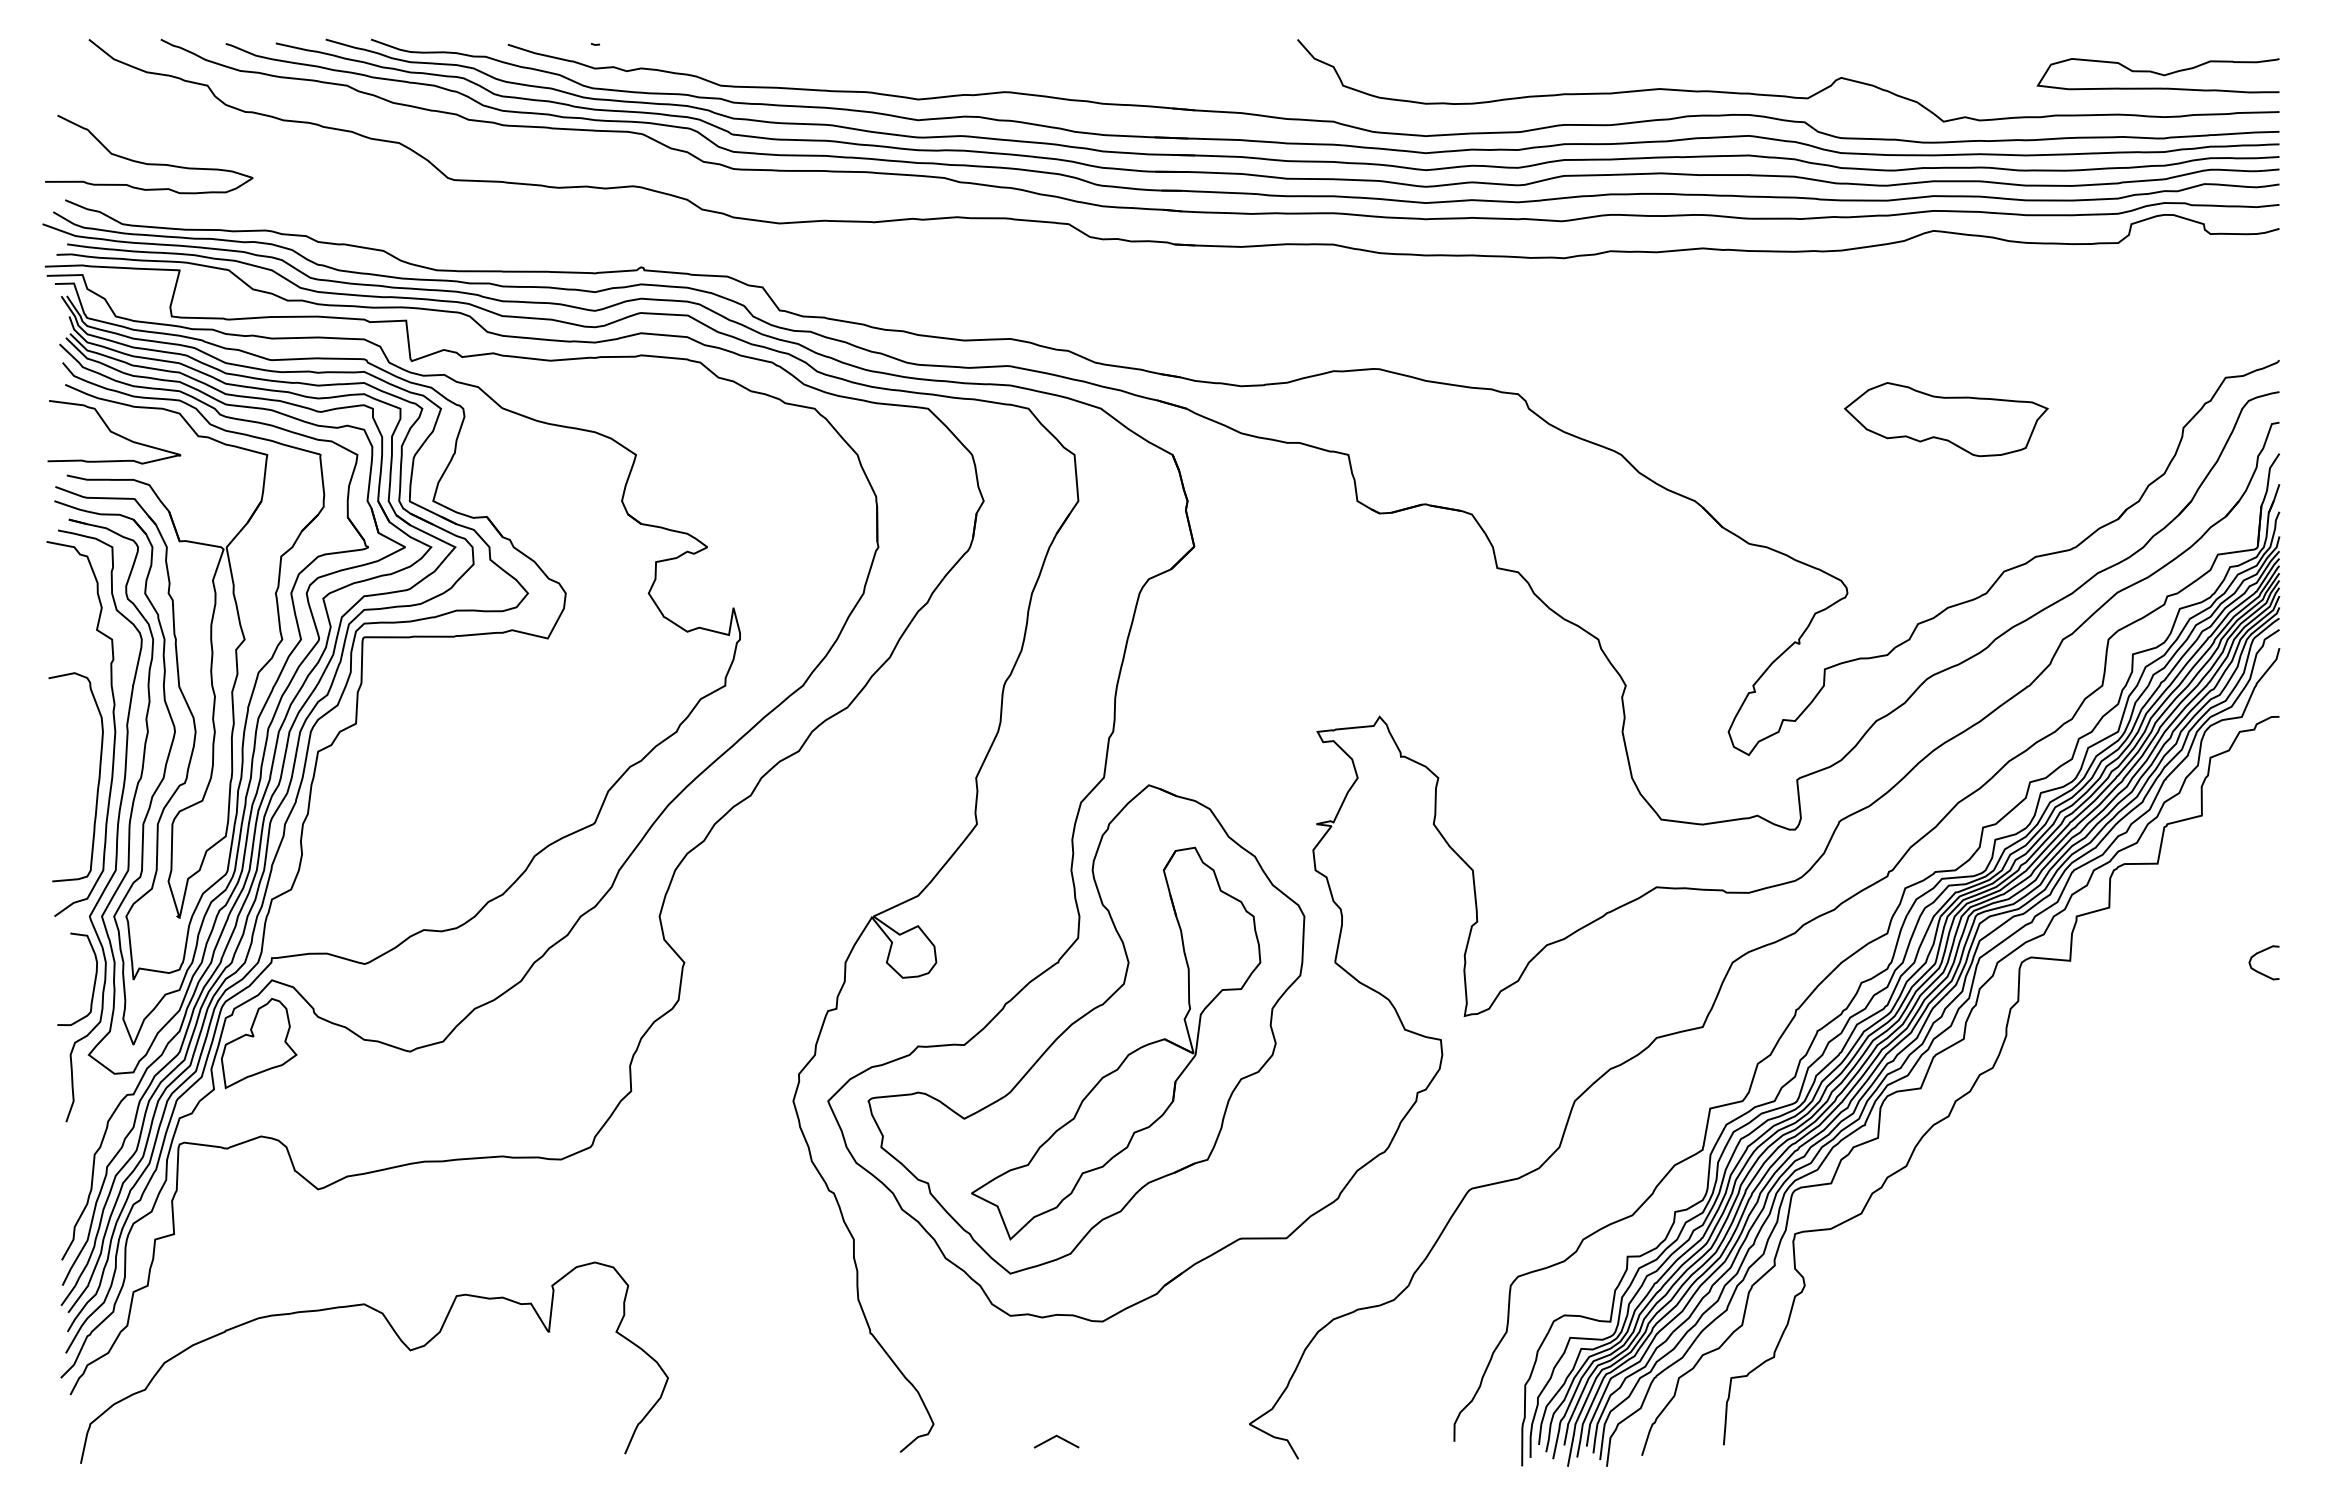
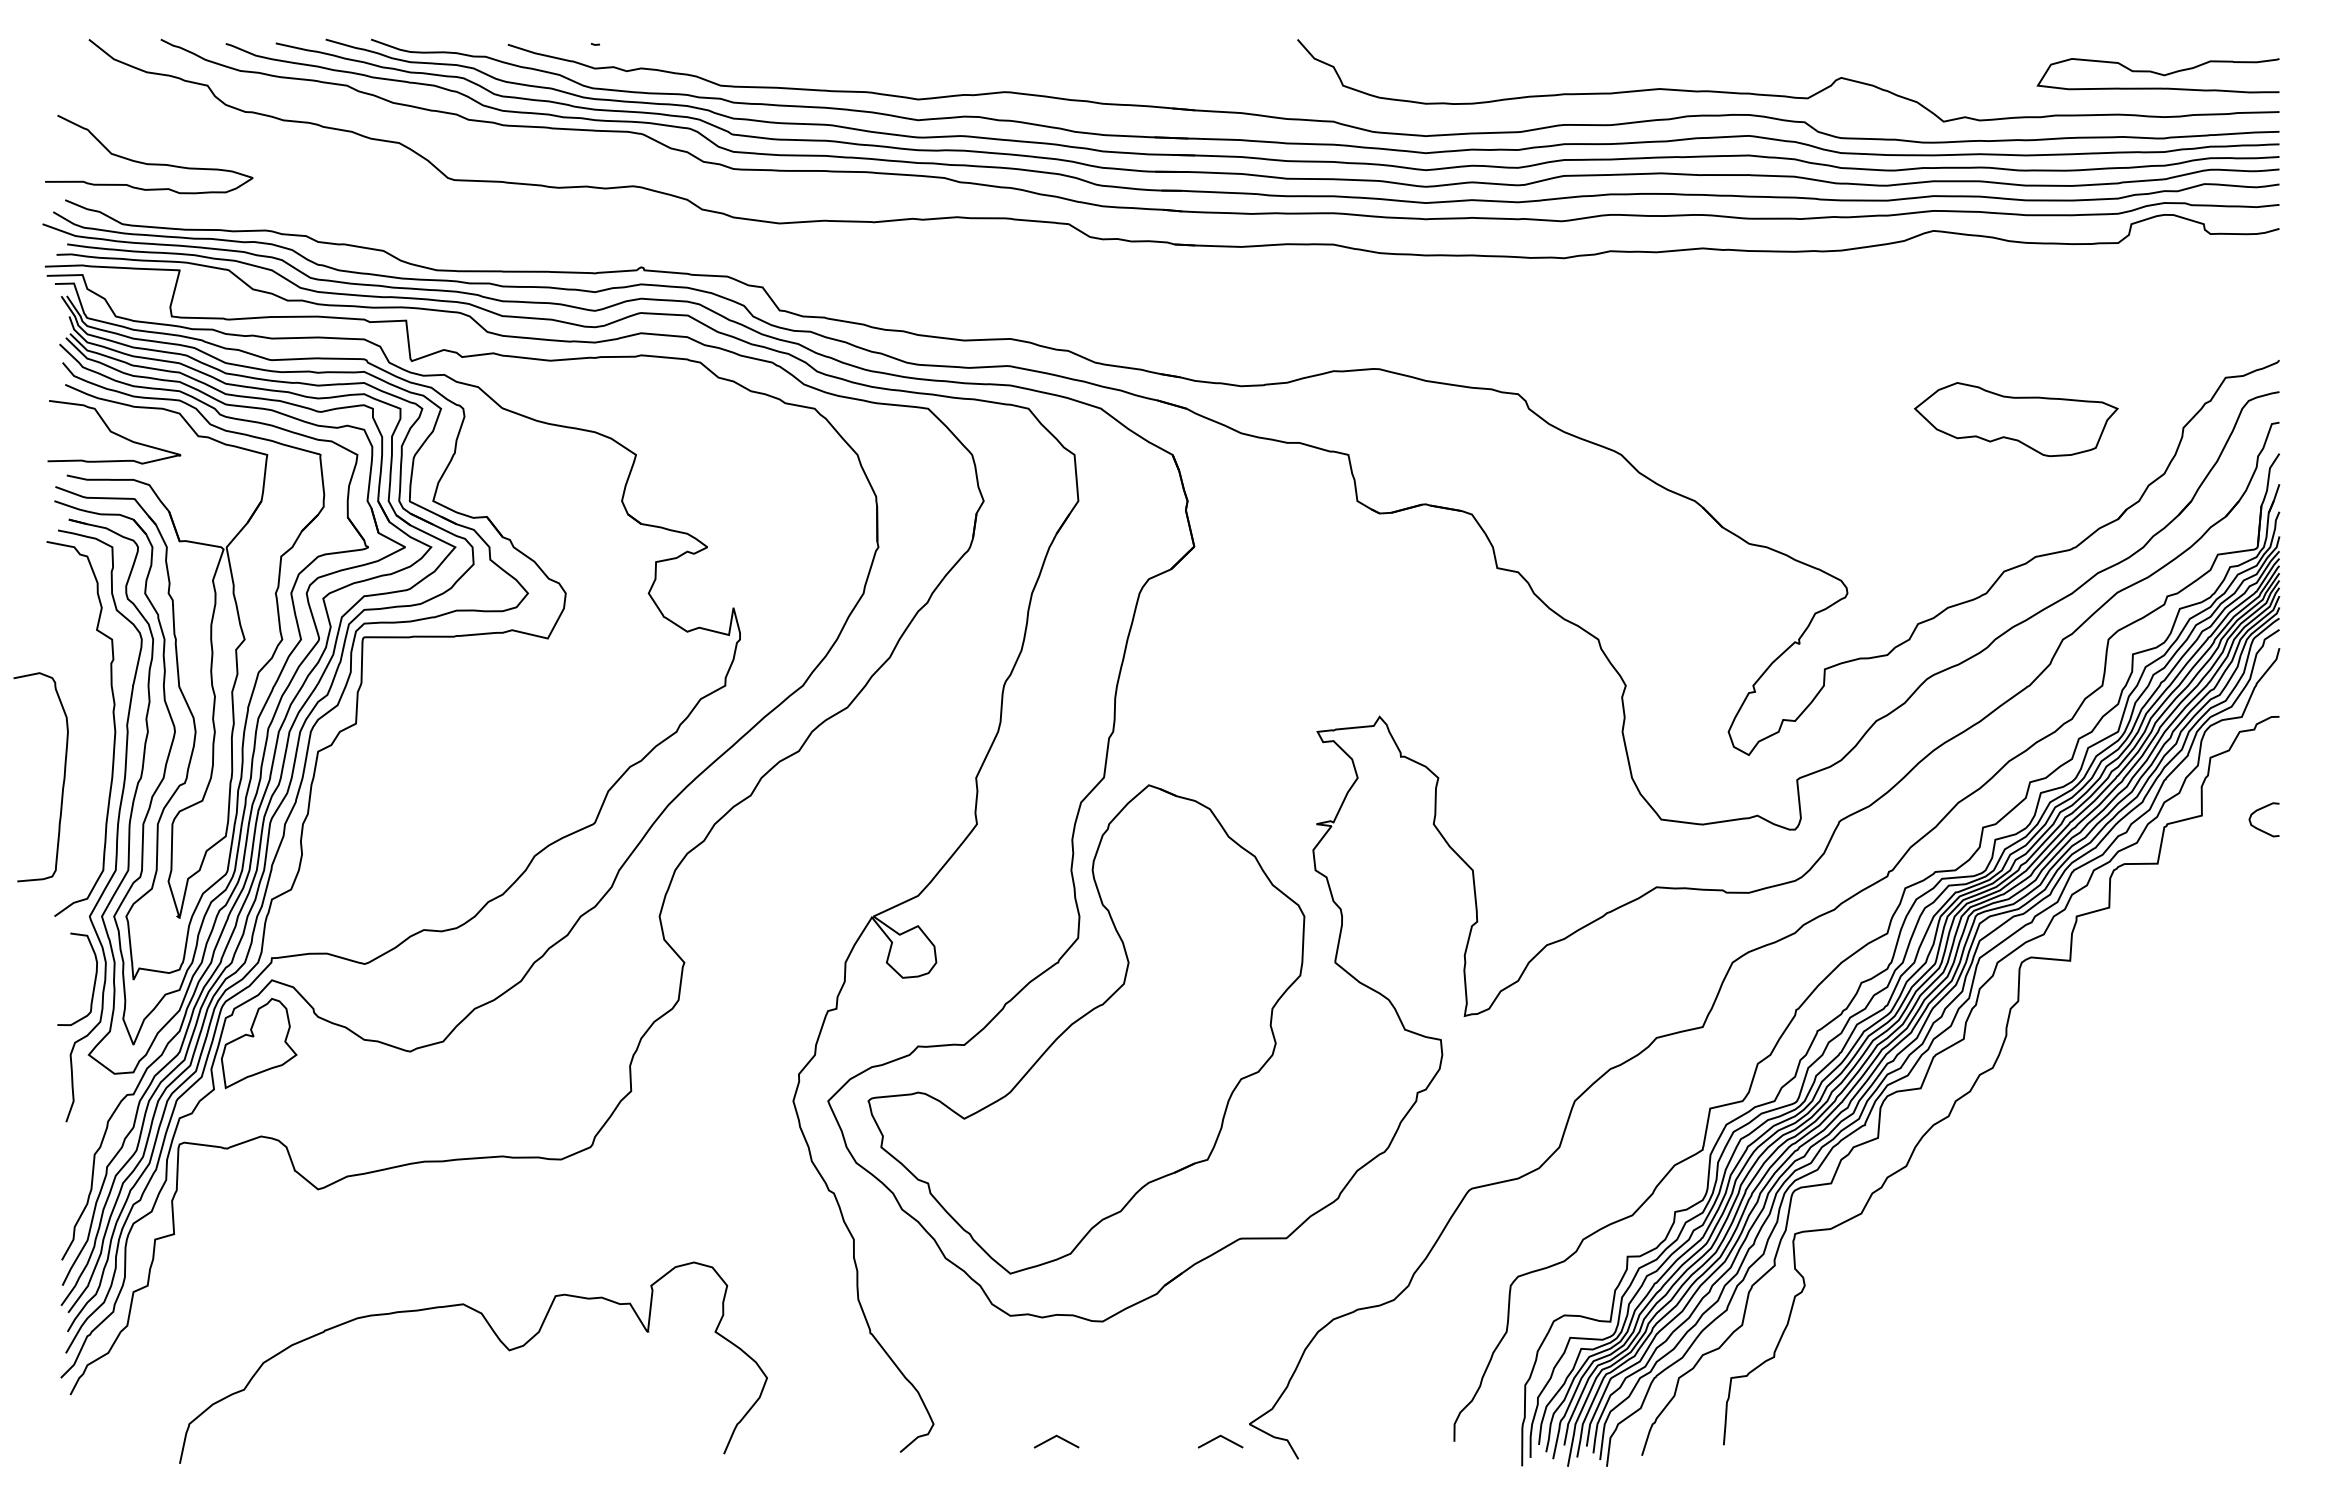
part at (1946, 419) position: (1946, 419) -> (2016, 419)
curve at (97, 783) position: (97, 783) -> (62, 783)
curve at (2259, 953) position: (2259, 953) -> (2259, 810)
part at (1127, 1054): present -> none
curve at (400, 1341) position: (400, 1341) -> (499, 1341)
line at (1219, 1437): none -> present
